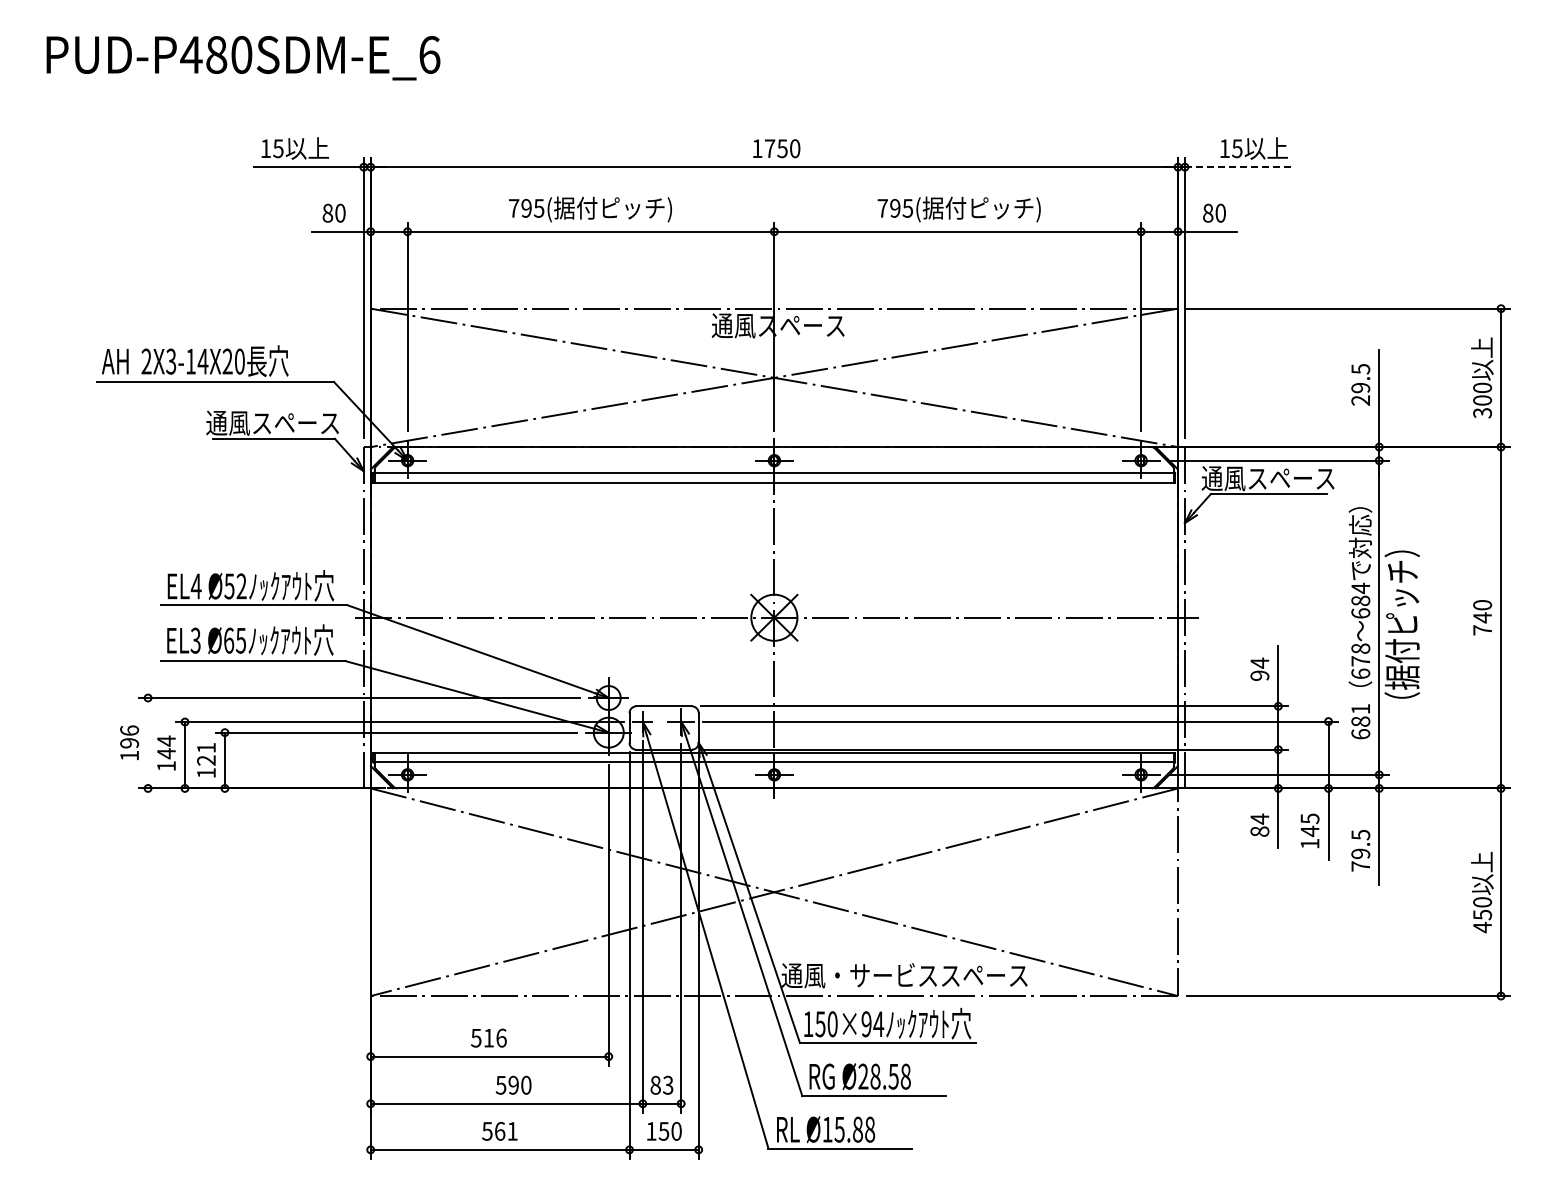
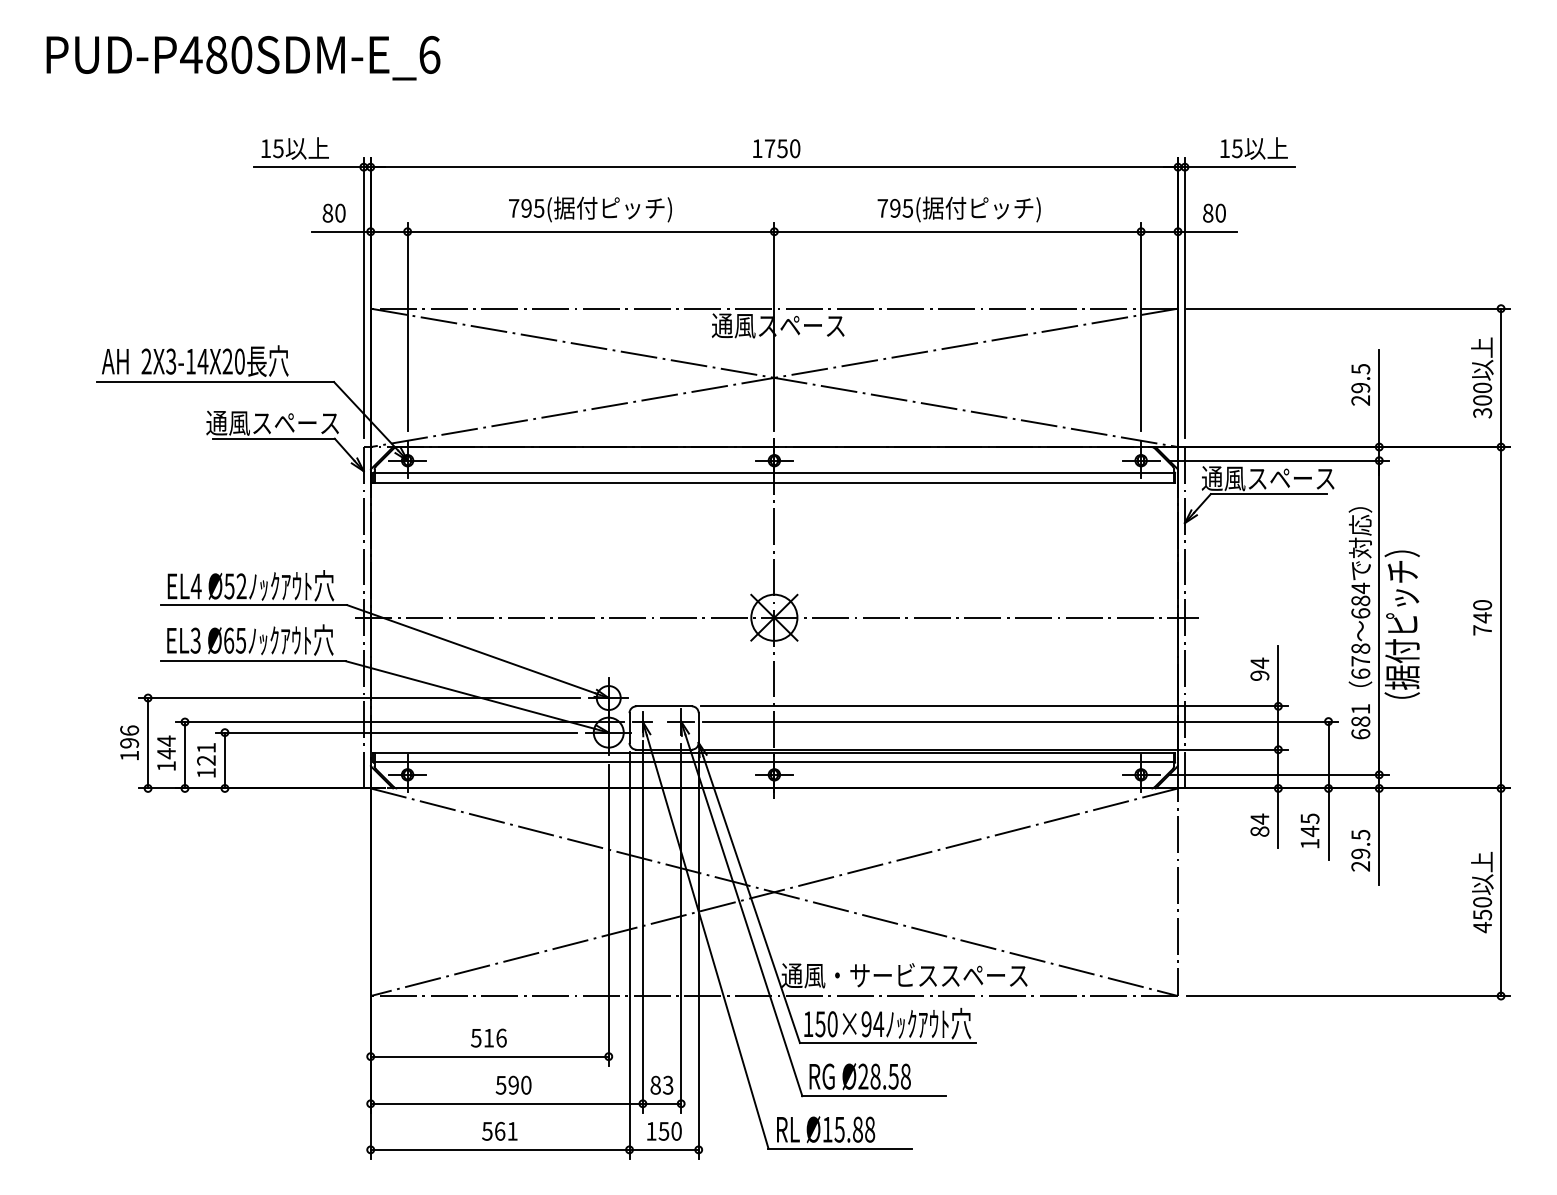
line at (1240, 167): dashed -> solid
line at (148, 743): none -> present
text at (1360, 866): 79.5 -> 29.5
